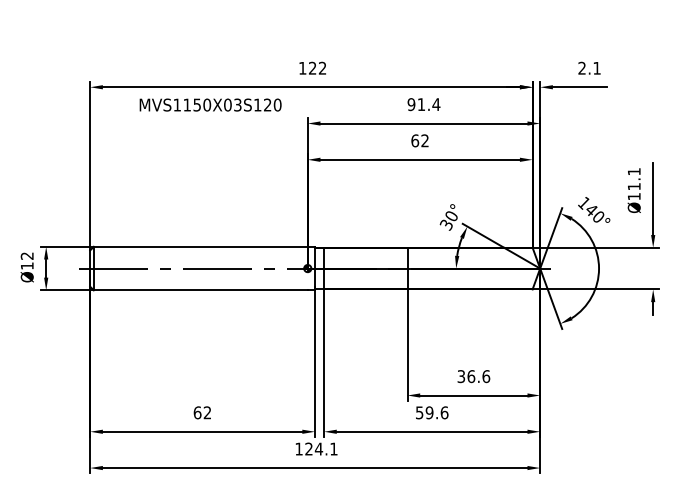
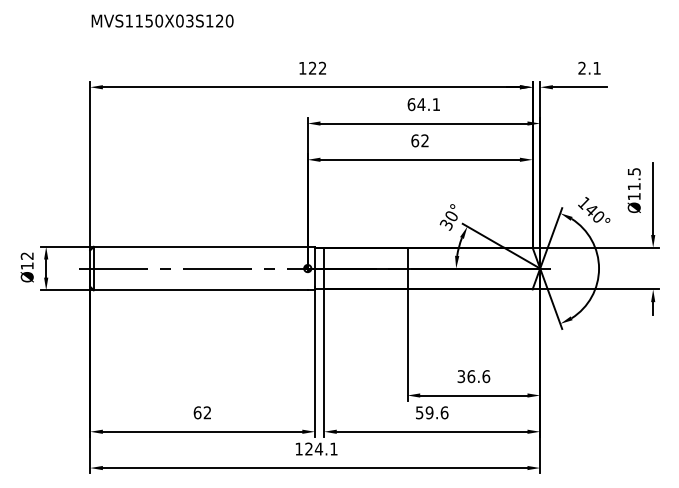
text at (210, 104) position: (210, 104) -> (162, 20)
text at (423, 104): 91.4 -> 64.1
text at (634, 171): Ø11.1 -> Ø11.5
